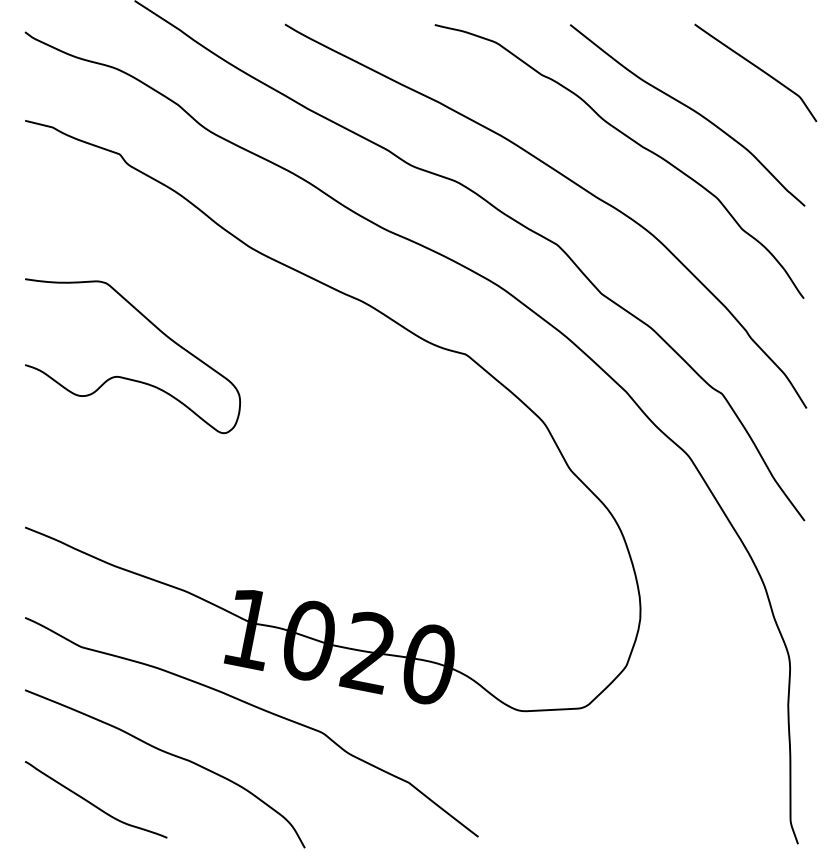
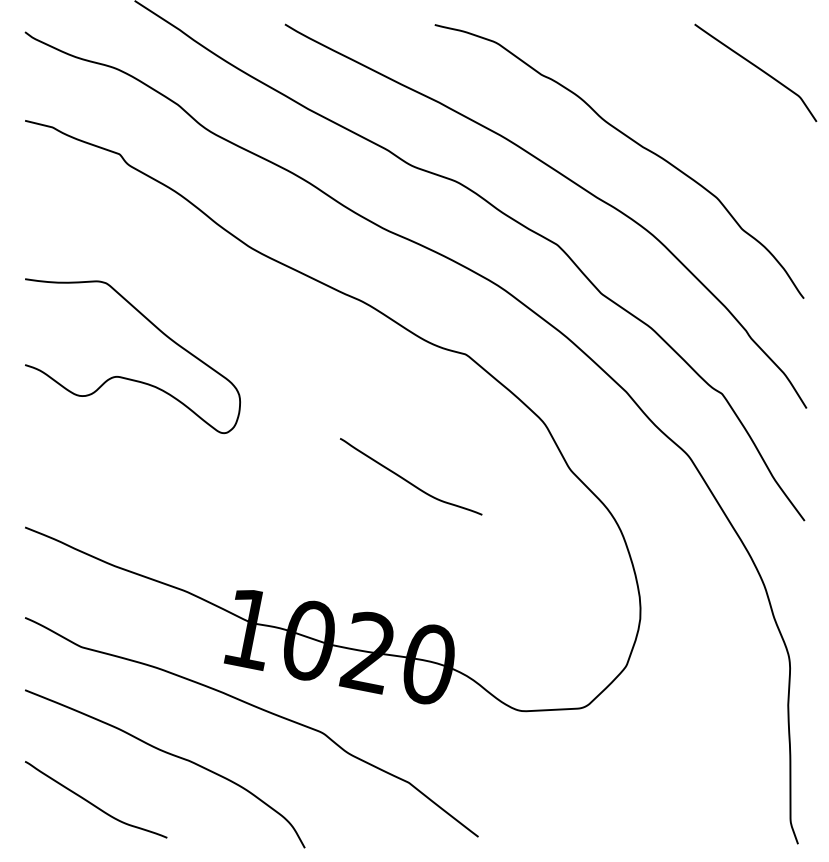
curve at (691, 110): present -> none
curve at (409, 481): none -> present
